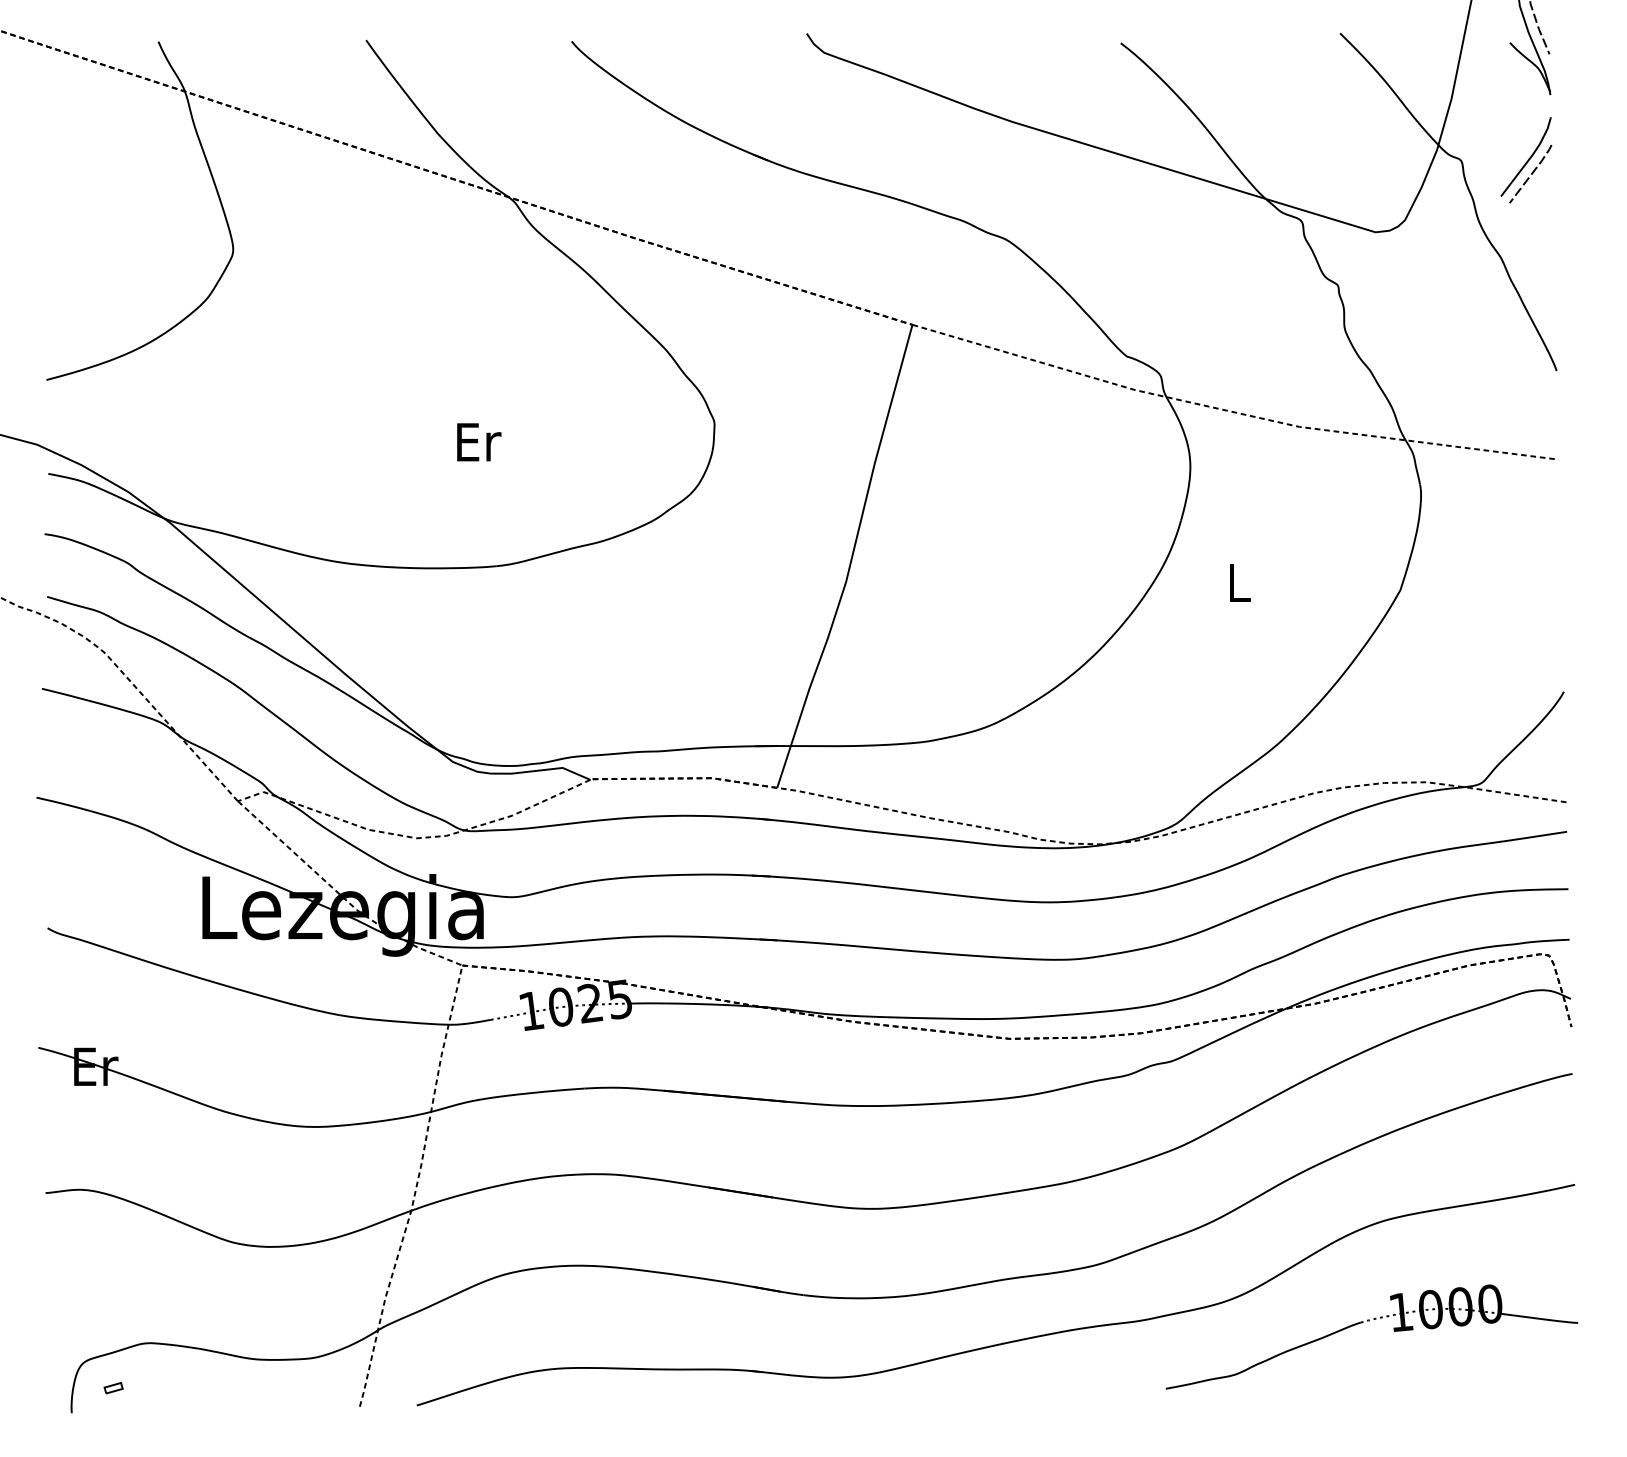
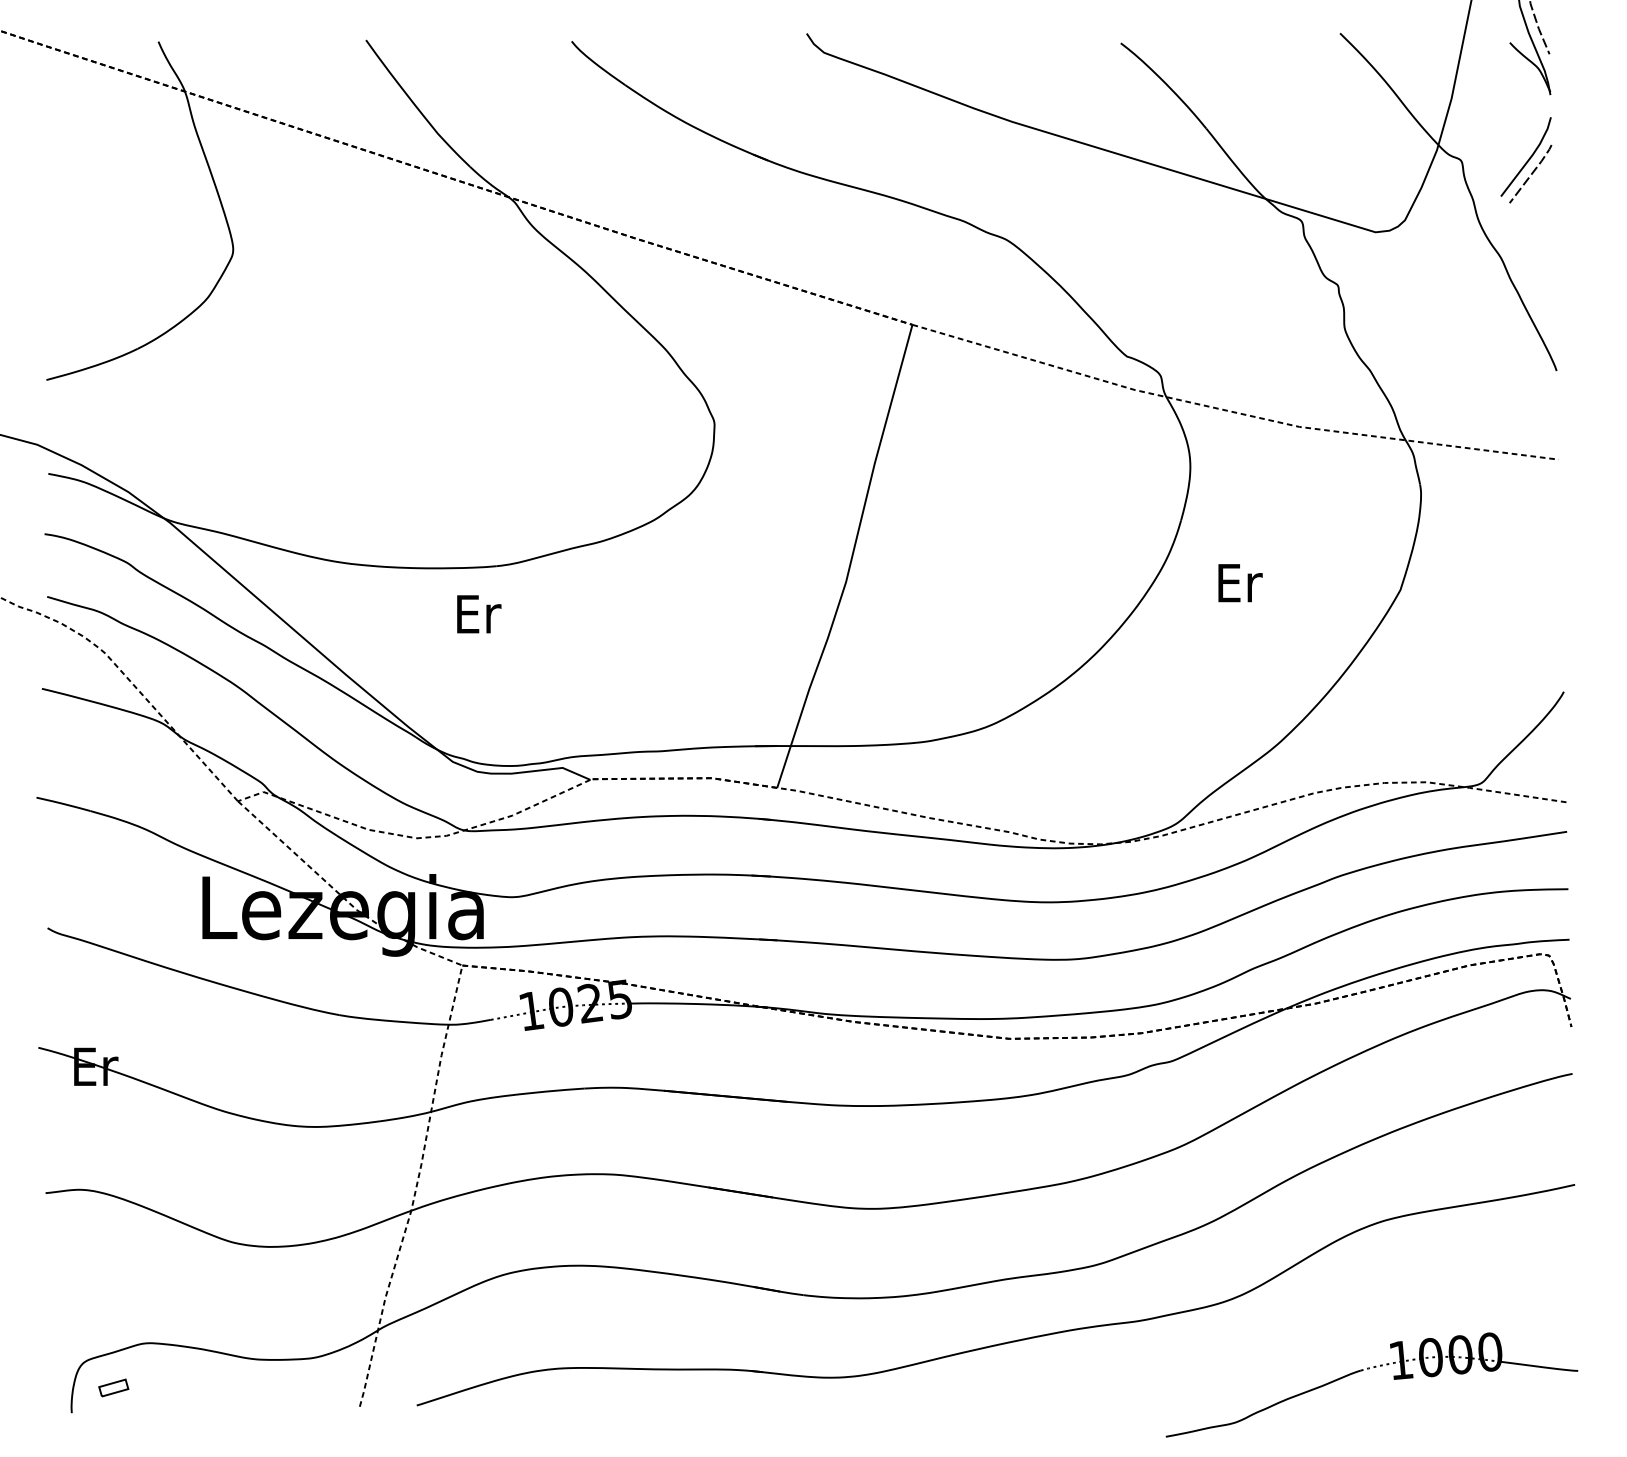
text at (479, 442) position: (479, 442) -> (479, 614)
text at (1240, 583): L -> Er
part at (1369, 1321) position: (1369, 1321) -> (1369, 1369)
part at (113, 1388) size: 21x13 px -> 32x20 px
